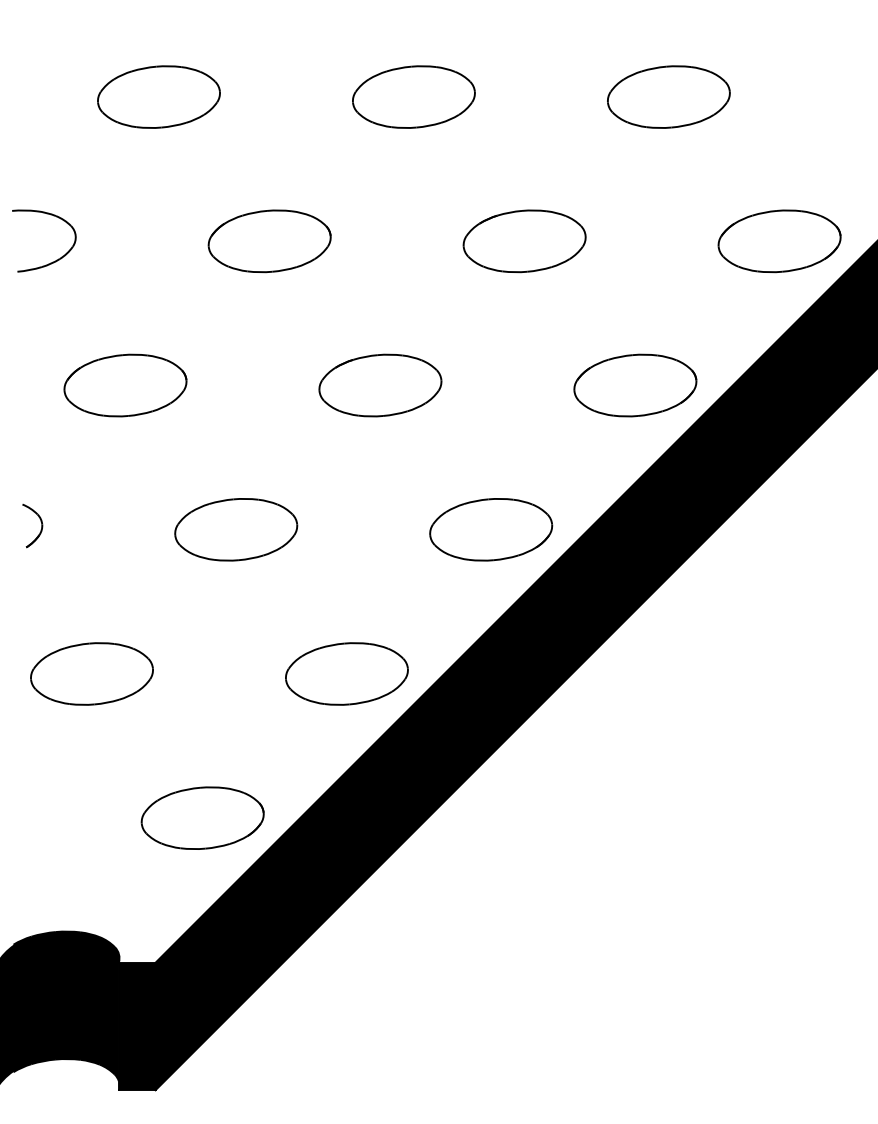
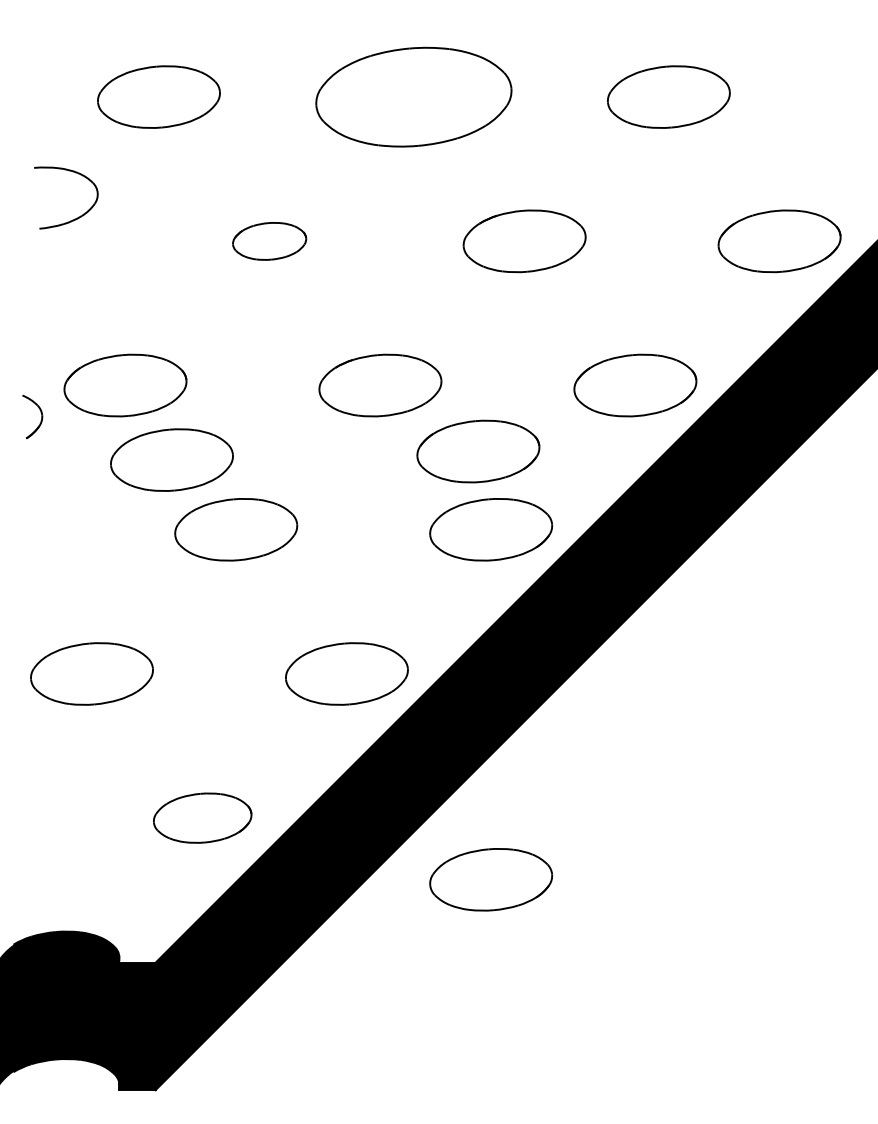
part at (413, 96) size: 124x64 px -> 198x102 px
part at (269, 241) size: 125x65 px -> 76x39 px
part at (56, 259) position: (56, 259) -> (78, 216)
part at (478, 451): none -> present
part at (171, 459): none -> present
part at (40, 521) position: (40, 521) -> (40, 412)
part at (202, 817) size: 125x64 px -> 100x52 px
part at (491, 879): none -> present
